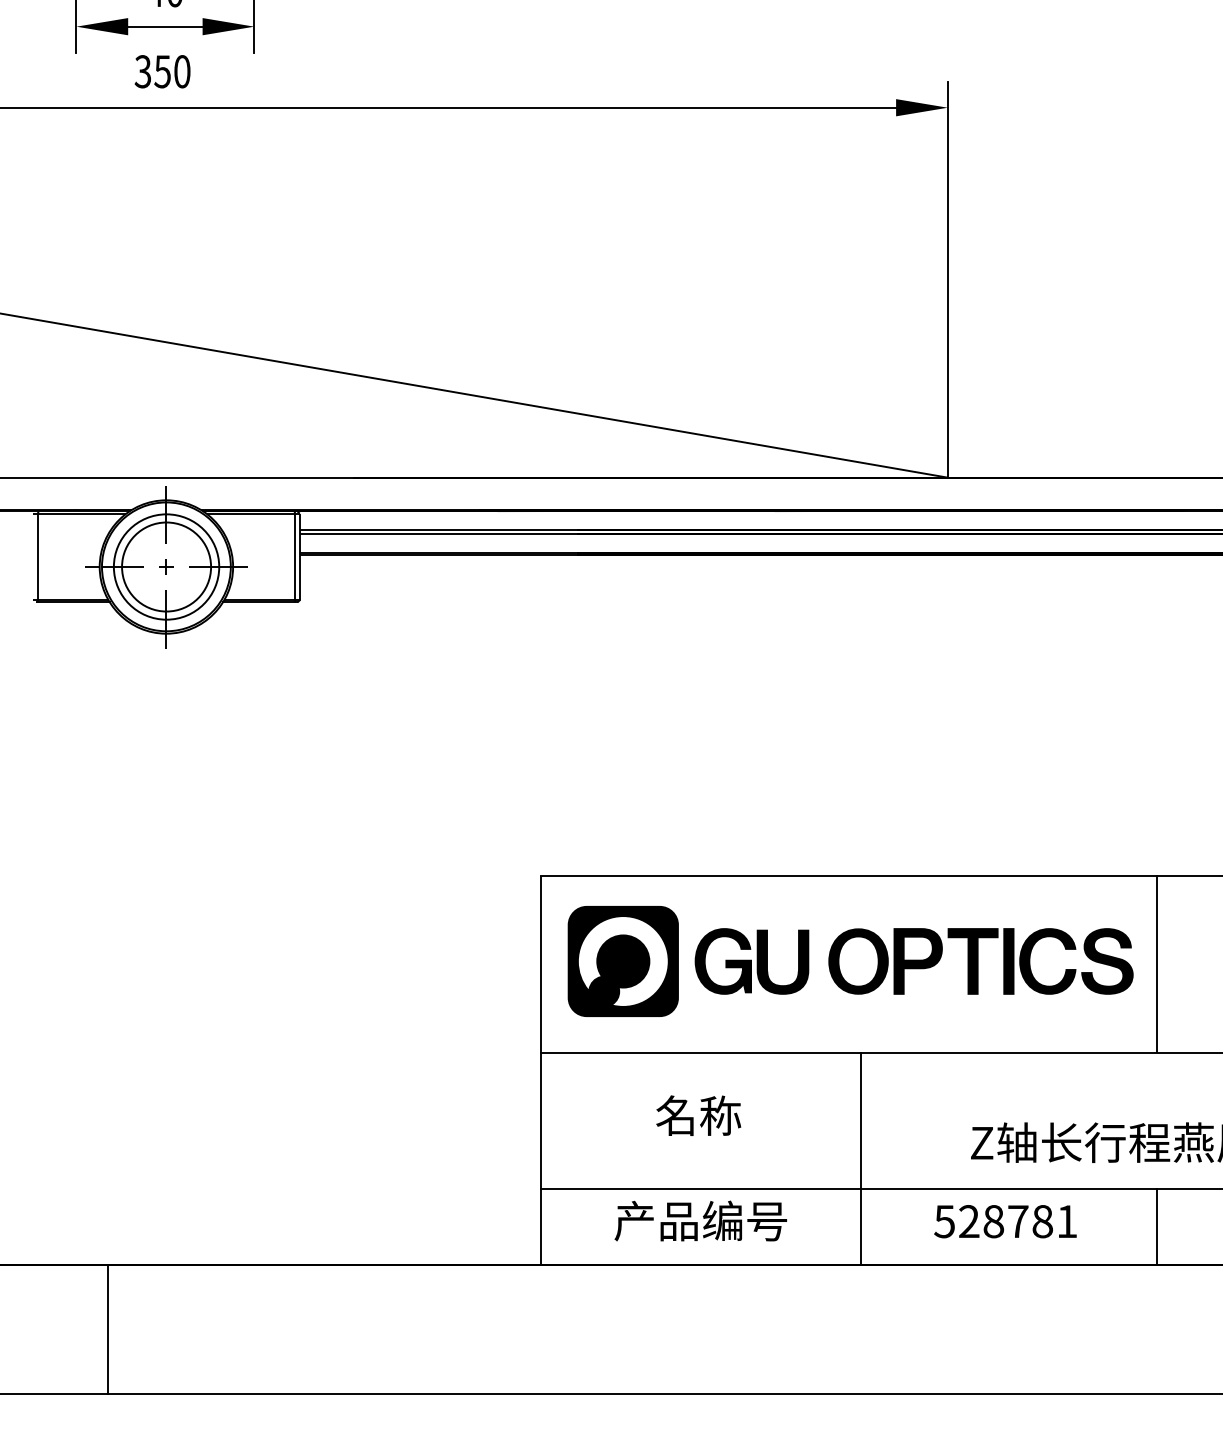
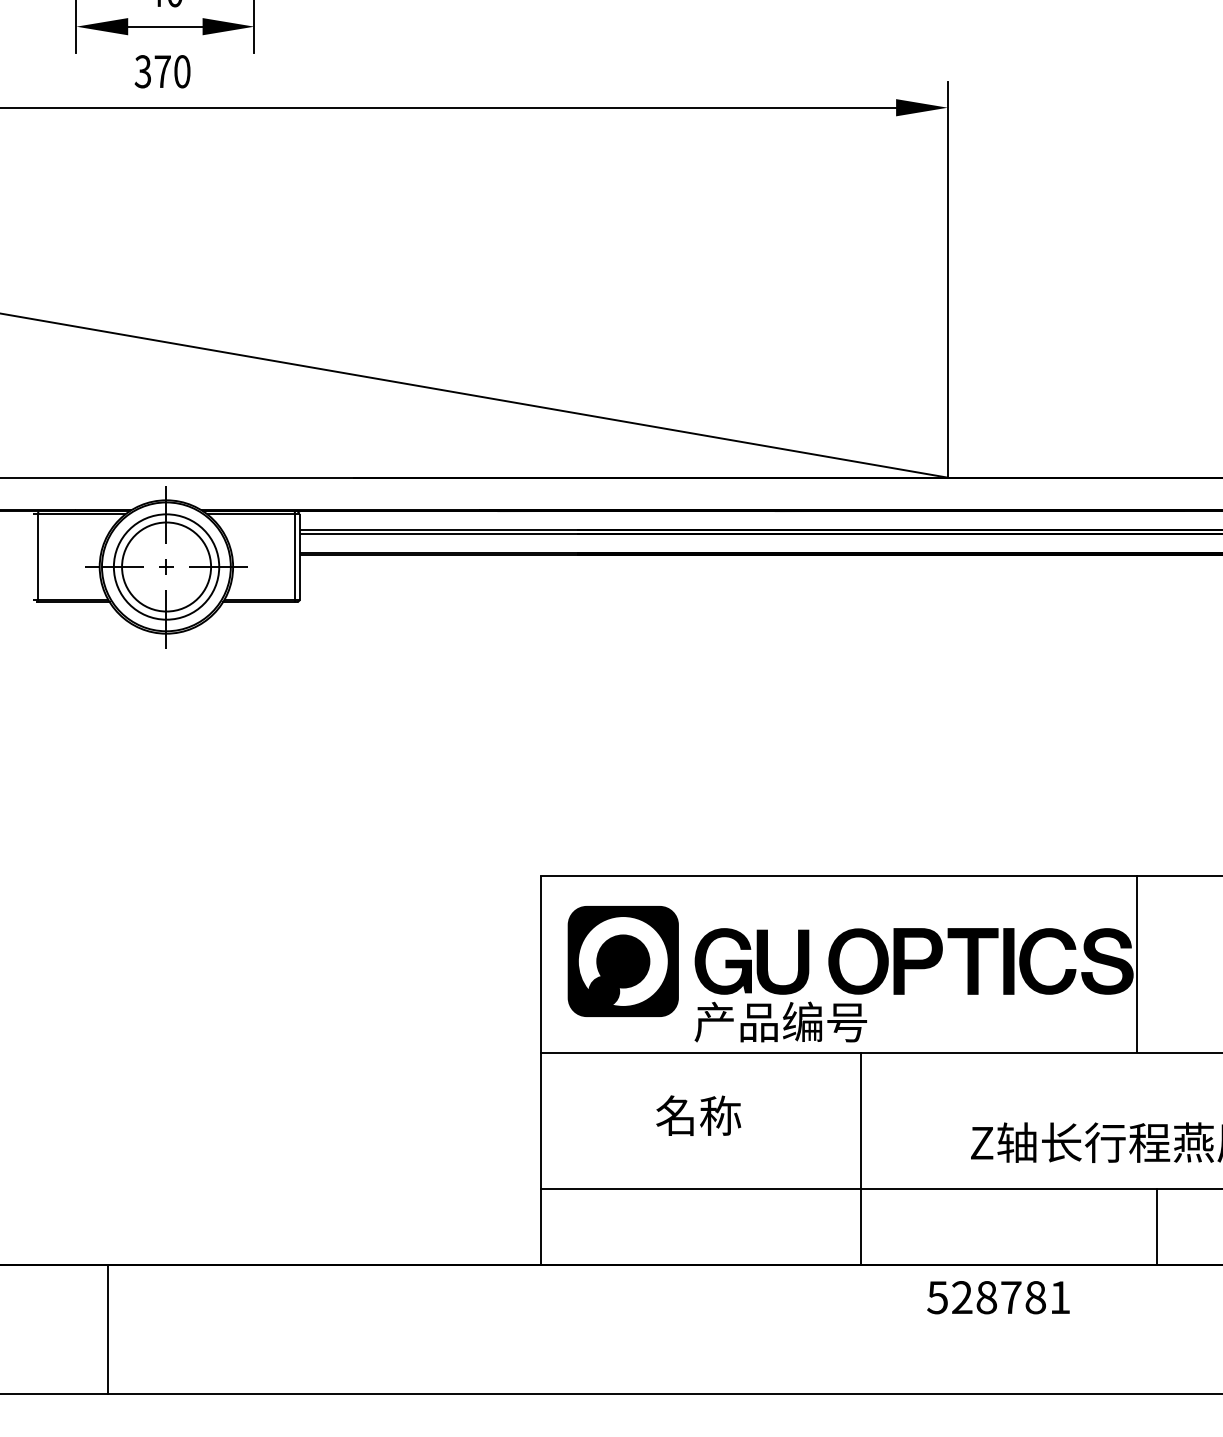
text at (162, 71): 350 -> 370
line at (1157, 964) position: (1157, 964) -> (1137, 964)
text at (700, 1220) position: (700, 1220) -> (780, 1021)
text at (1005, 1221) position: (1005, 1221) -> (998, 1297)
